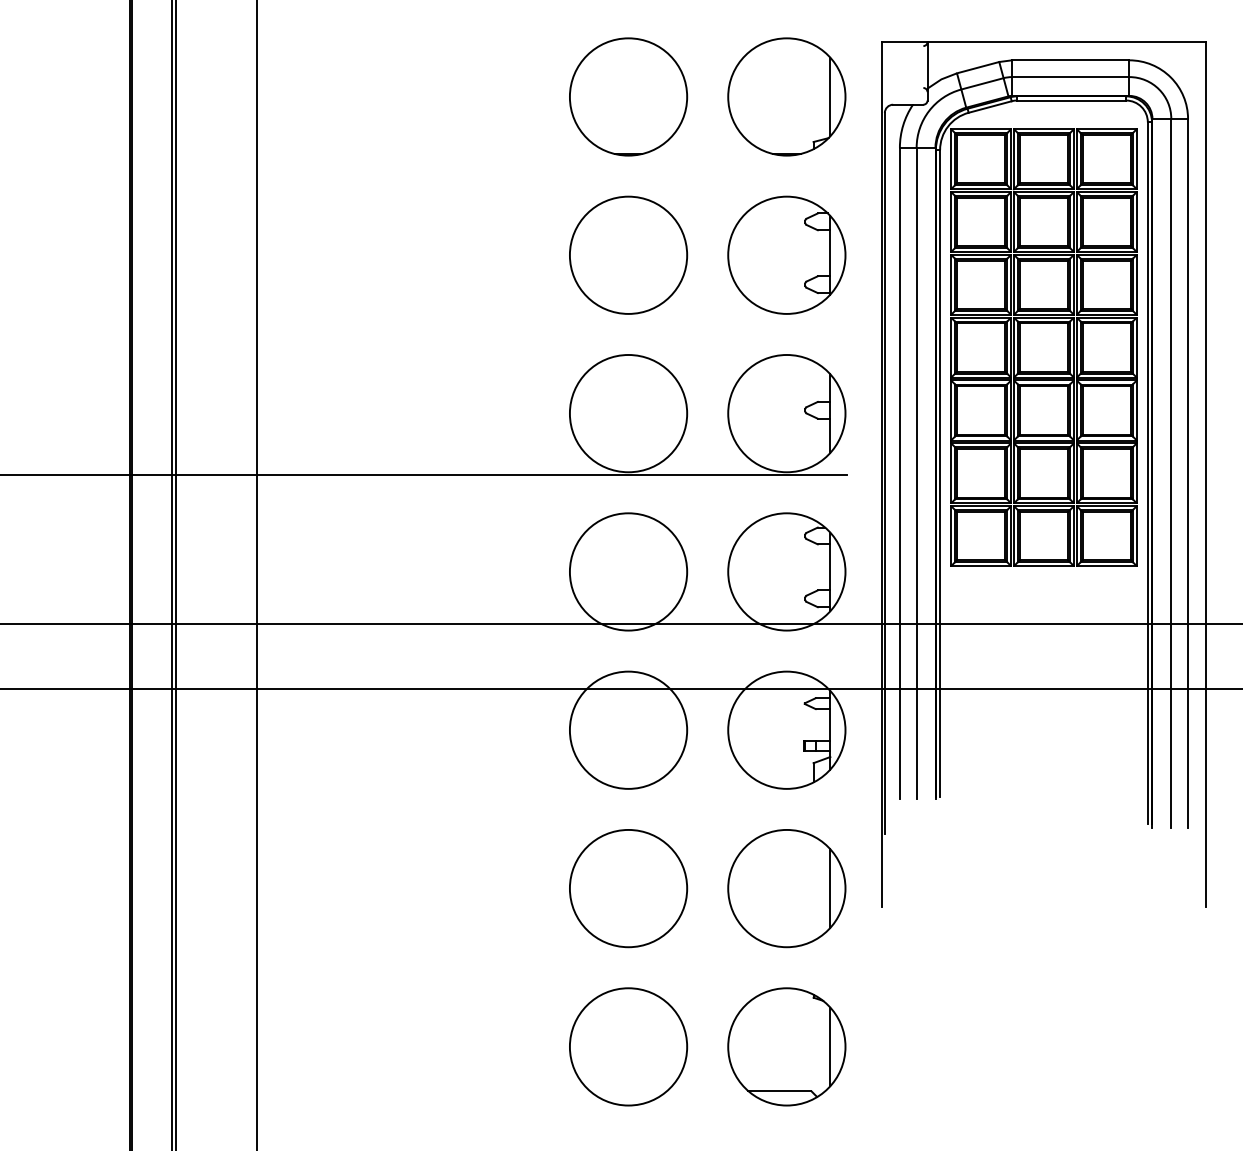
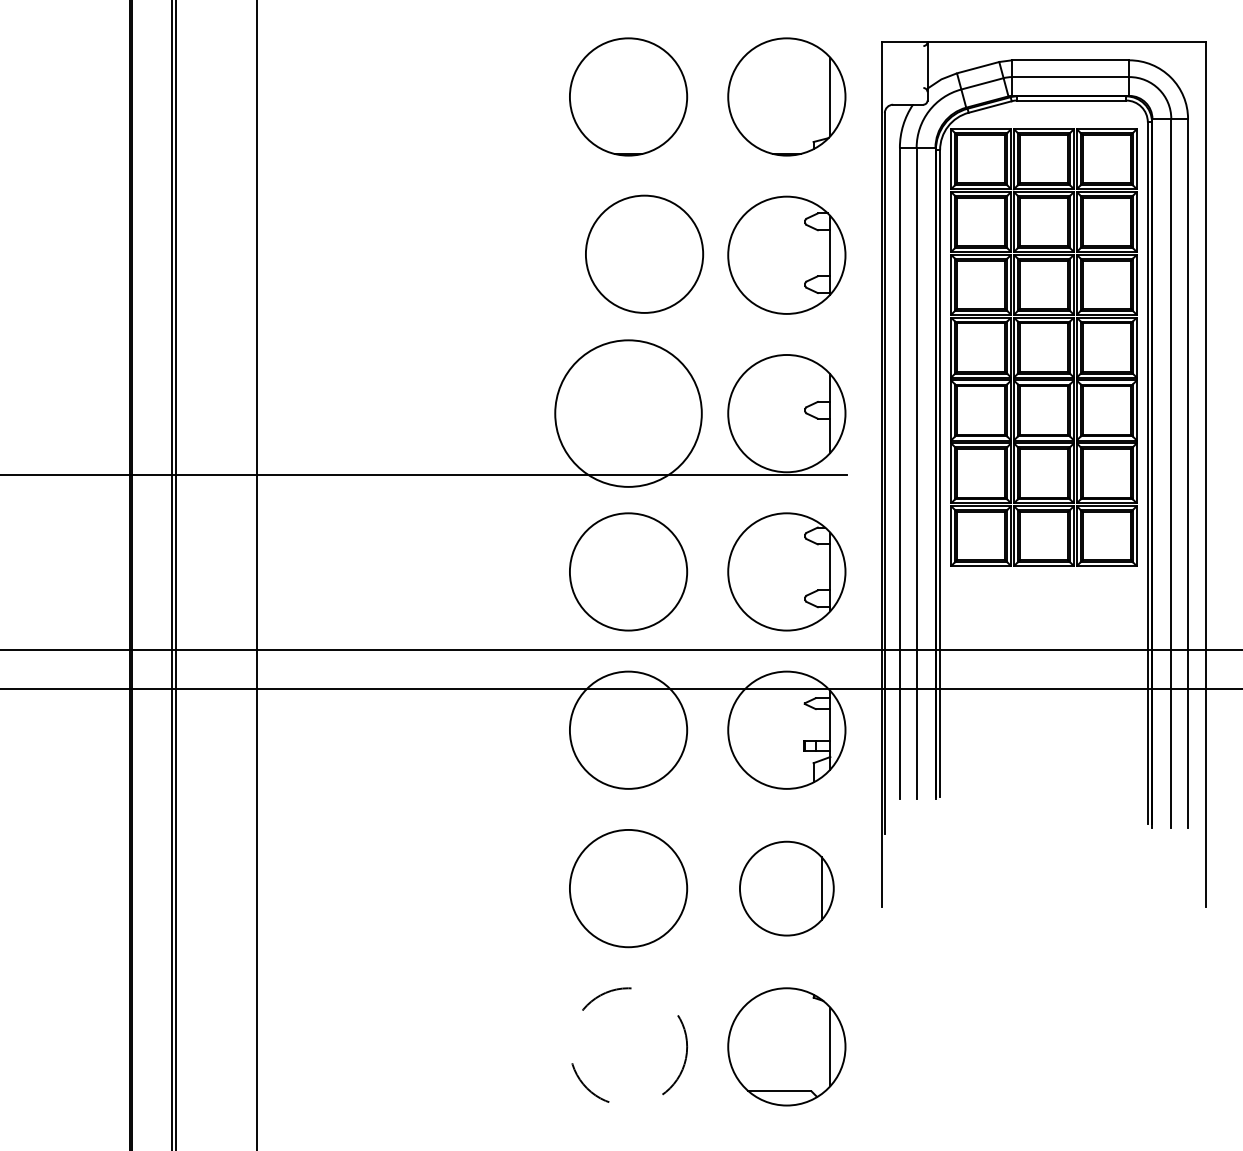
circle at (628, 254) position: (628, 254) -> (644, 253)
circle at (628, 413) diameter: 117 px -> 147 px
line at (620, 623) position: (620, 623) -> (620, 649)
part at (786, 888) size: 120x120 px -> 96x97 px
circle at (628, 1046): solid -> dashed
